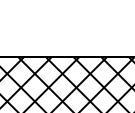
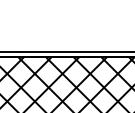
line at (66, 52): none -> present
